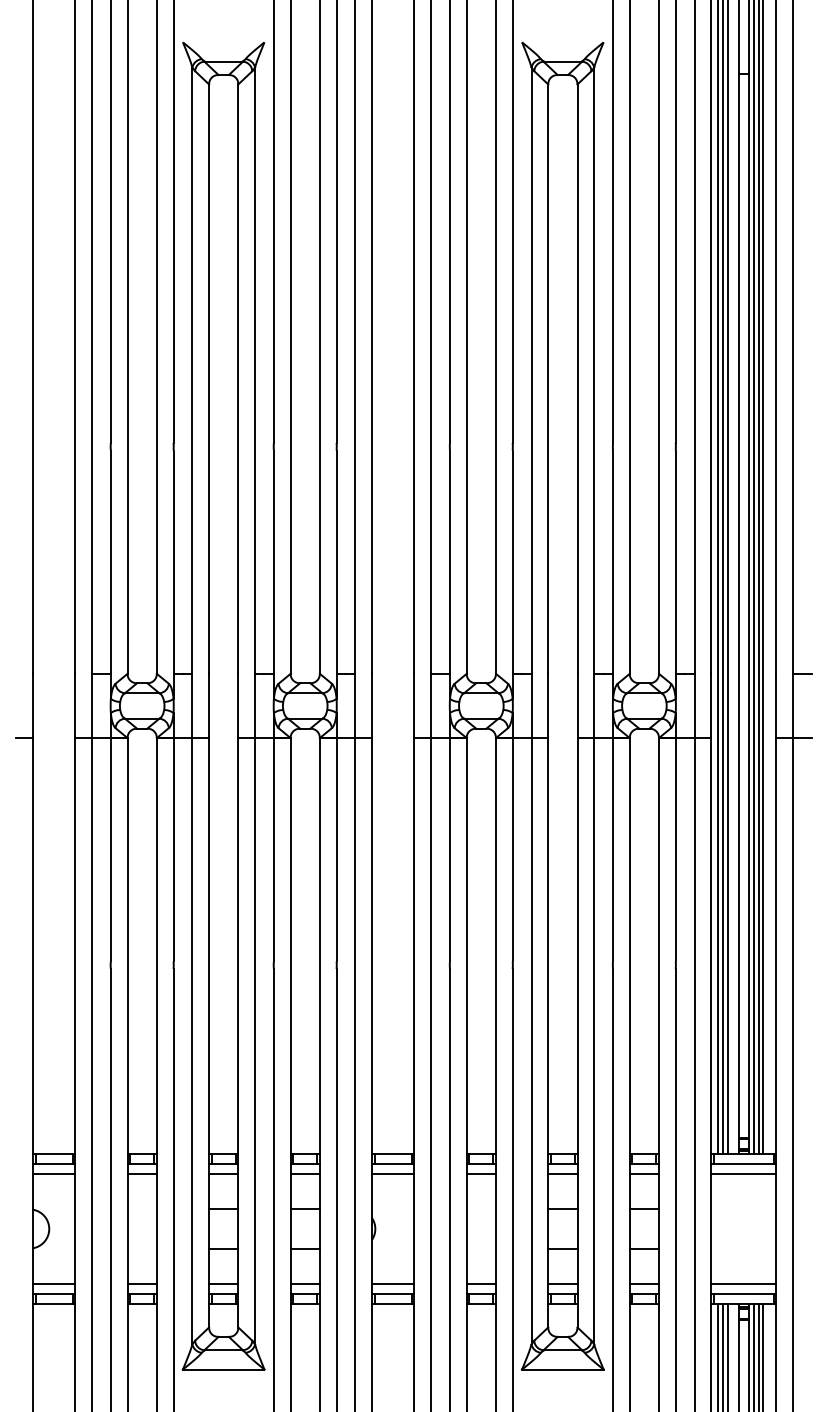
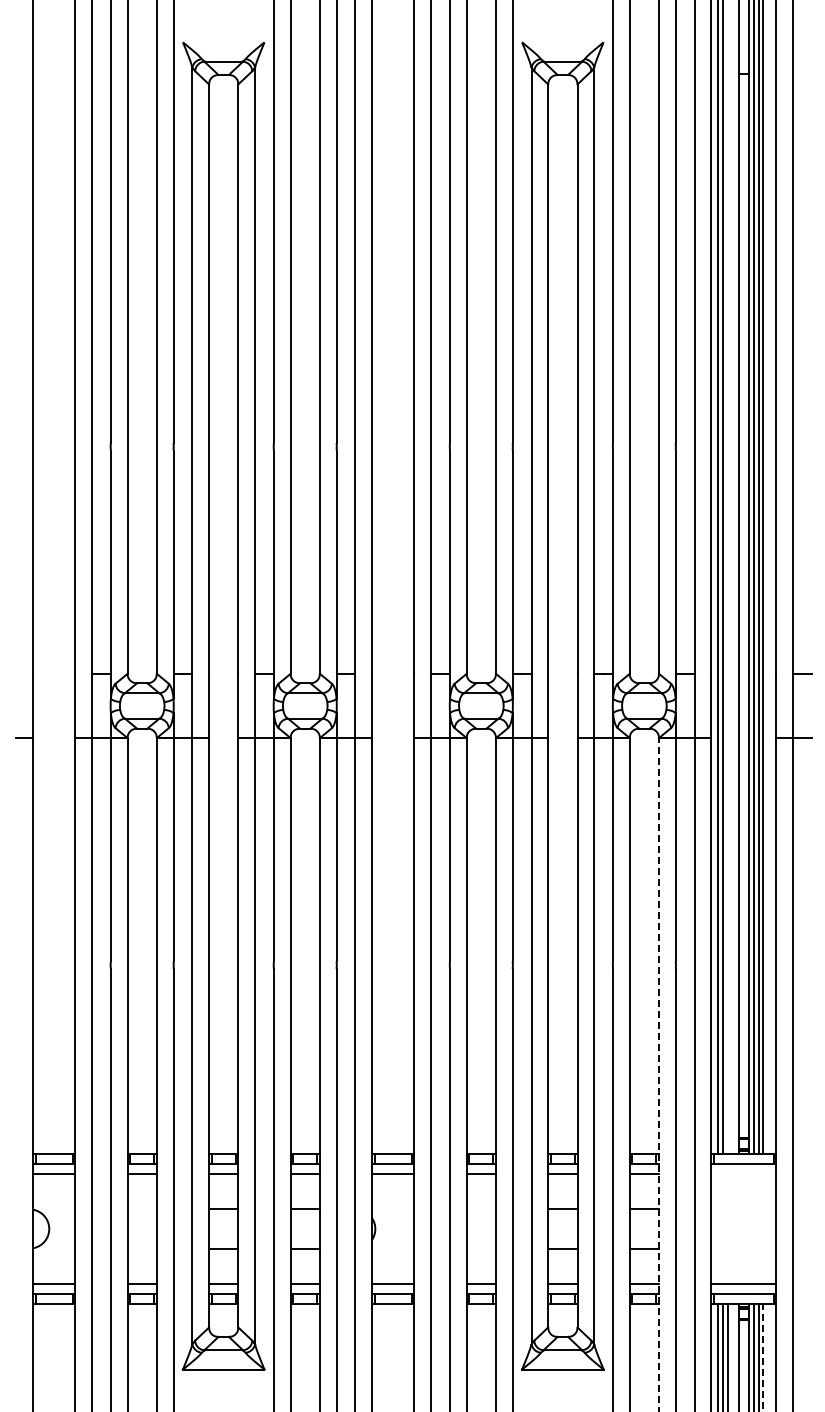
line at (727, 577): present -> none
line at (659, 1074): solid -> dashed
line at (743, 1173): present -> none
line at (763, 1357): solid -> dashed
